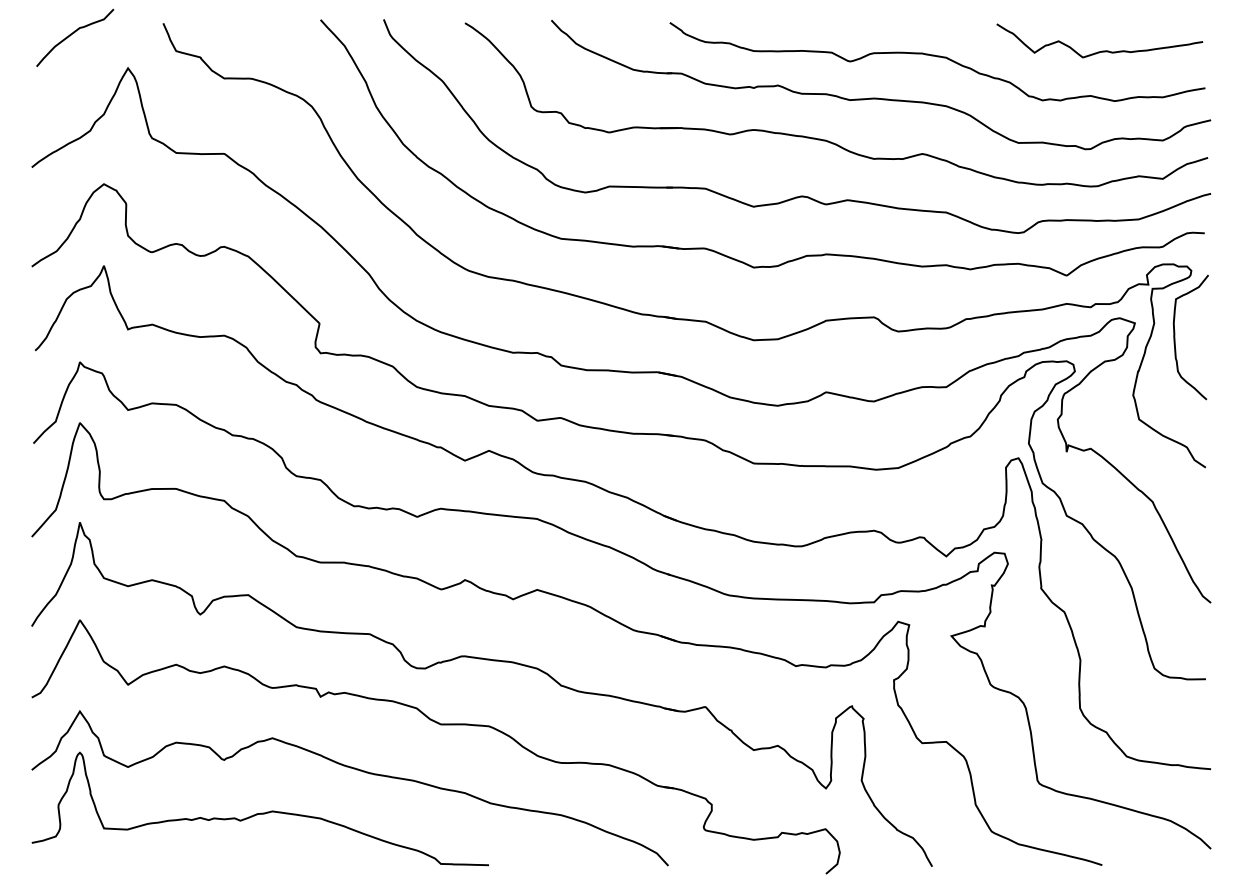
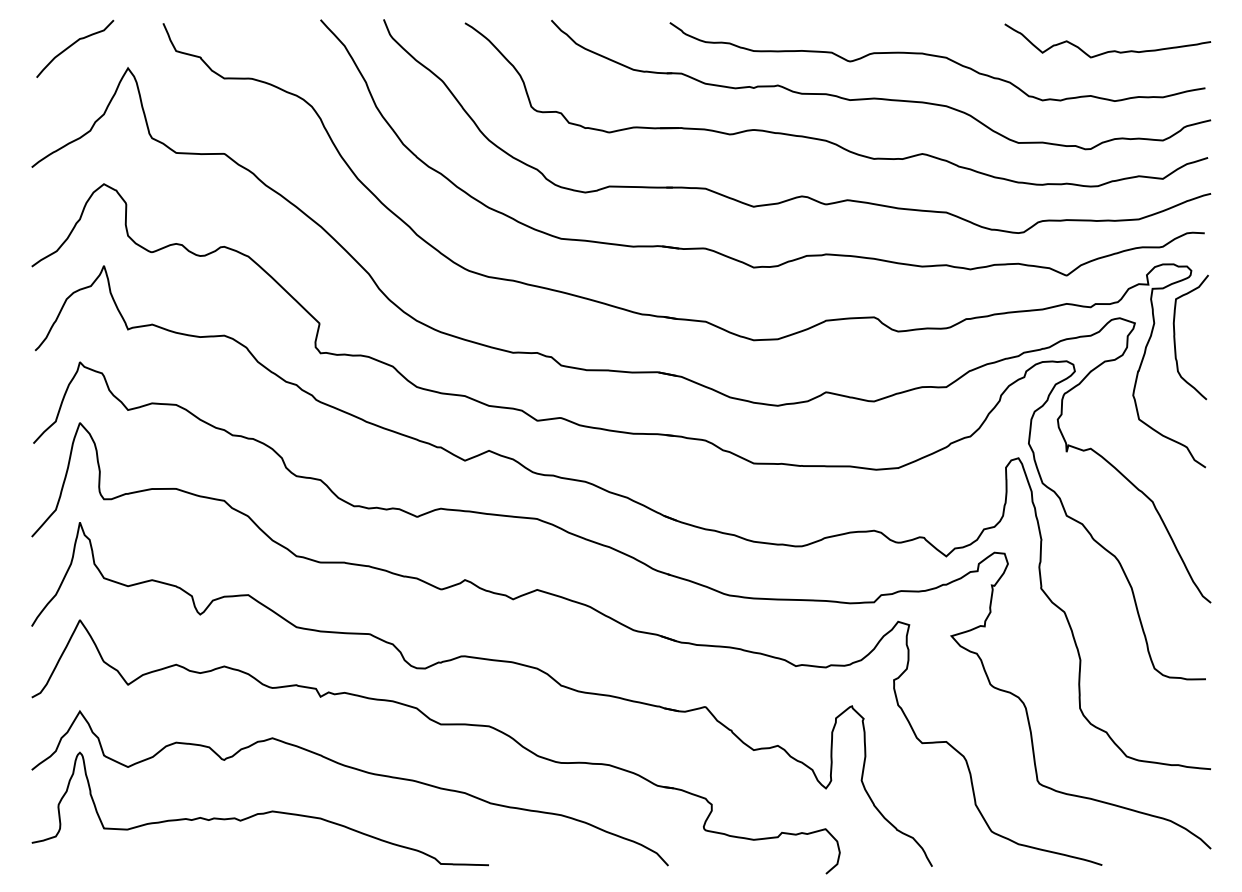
curve at (74, 33) position: (74, 33) -> (74, 44)
curve at (1101, 50) position: (1101, 50) -> (1109, 50)
